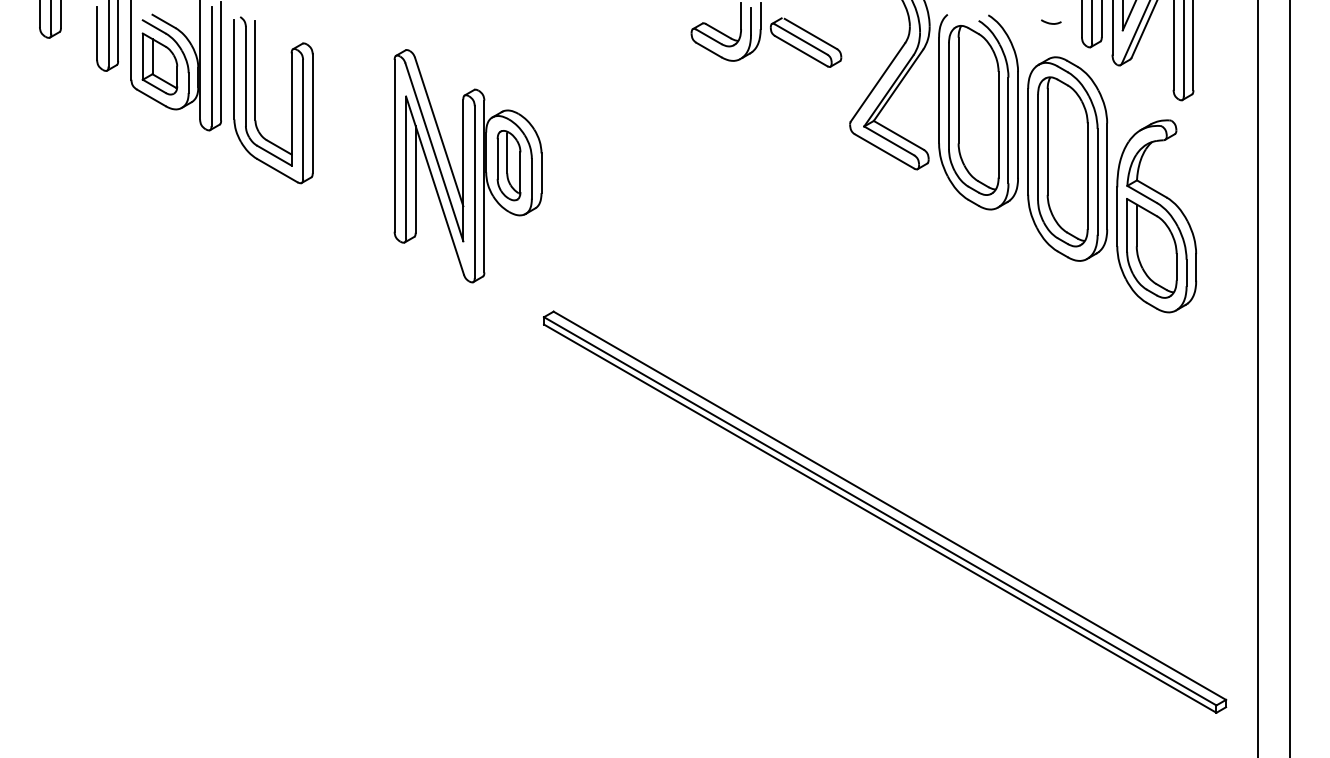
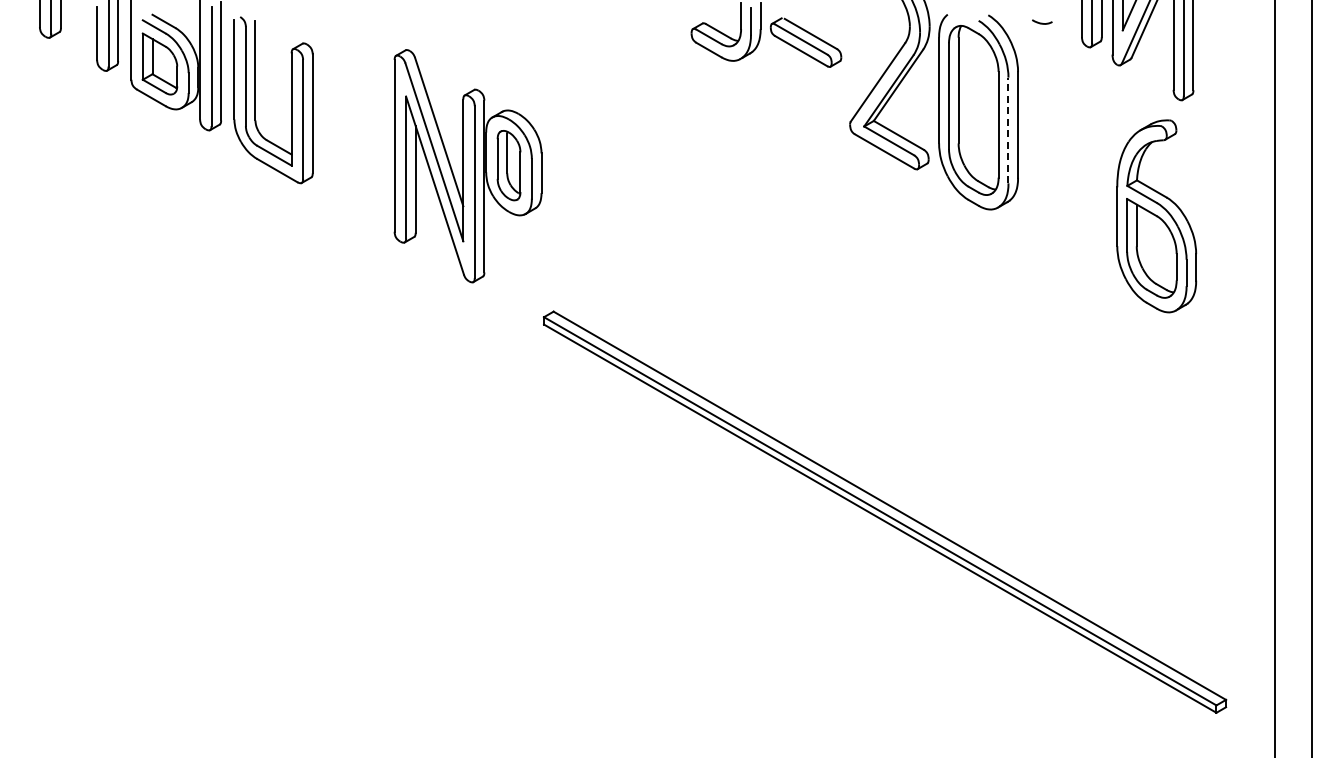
curve at (1051, 22) position: (1051, 22) -> (1042, 22)
line at (1008, 130): solid -> dashed
part at (1067, 158): present -> none
line at (1258, 378) position: (1258, 378) -> (1275, 378)
line at (1290, 378) position: (1290, 378) -> (1312, 378)
